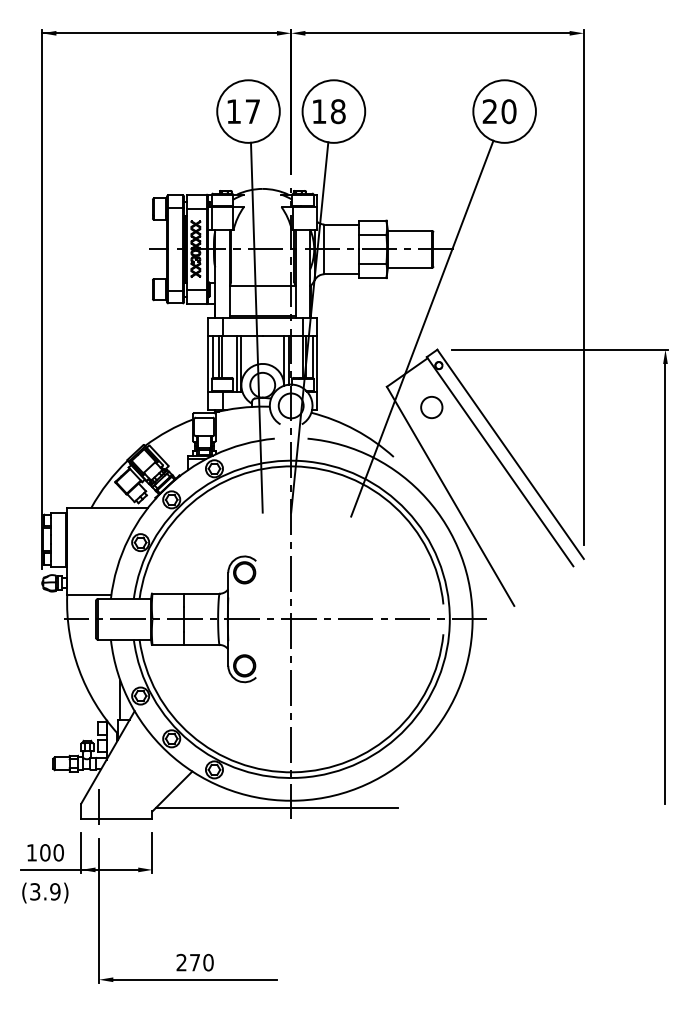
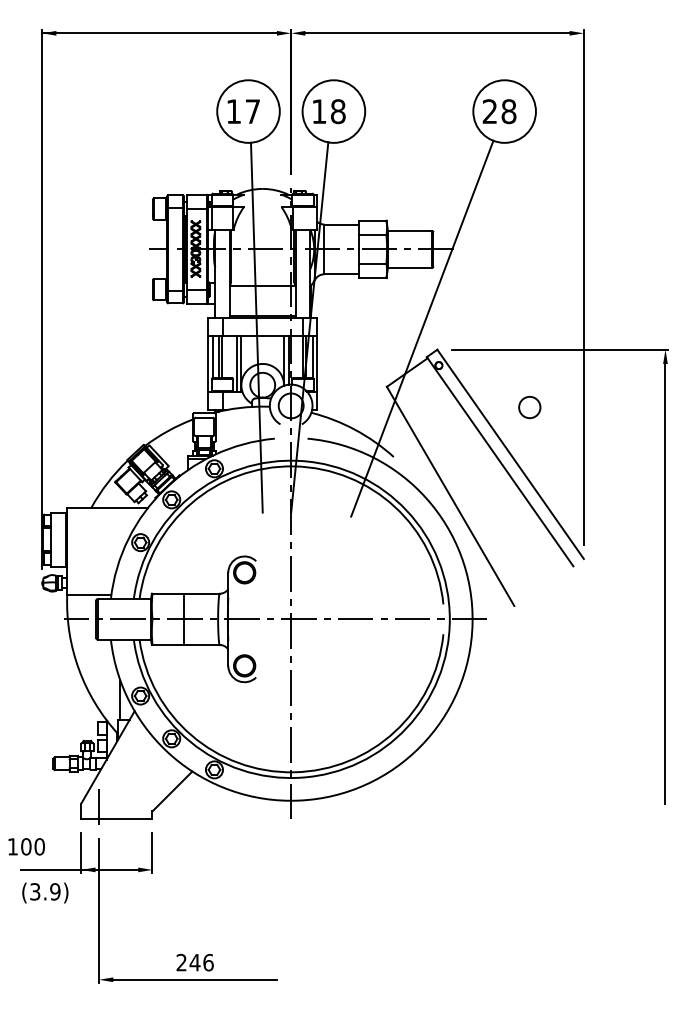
text at (508, 111): 20 -> 28
circle at (431, 407) position: (431, 407) -> (529, 407)
line at (276, 807): present -> none
text at (45, 852) position: (45, 852) -> (26, 846)
text at (201, 962): 270 -> 246
